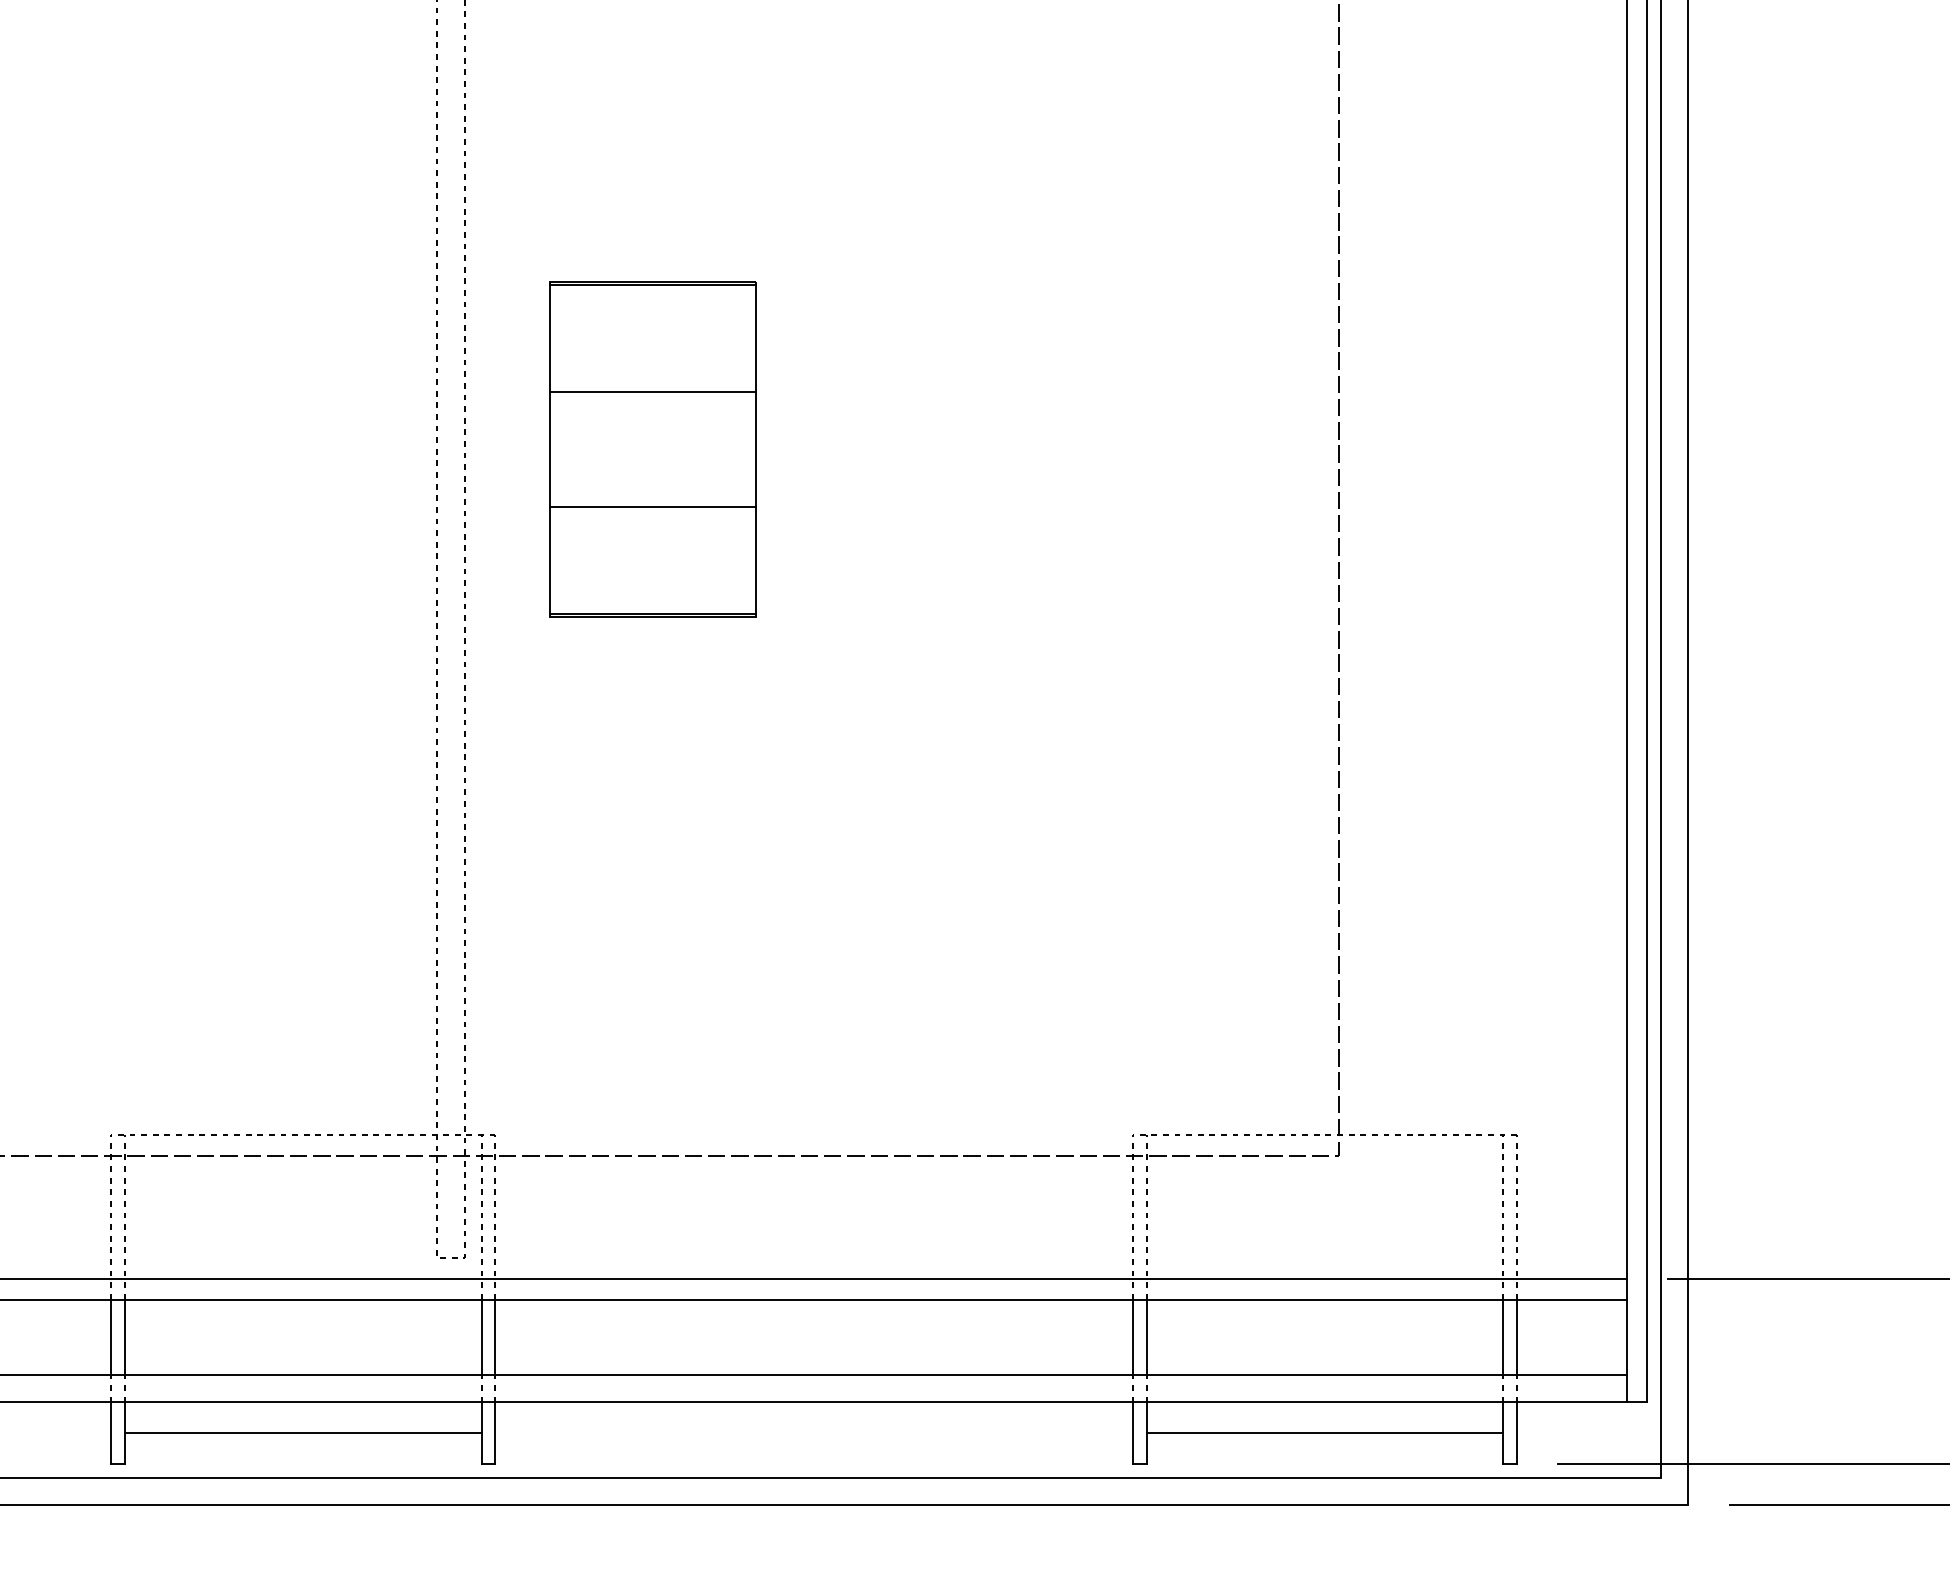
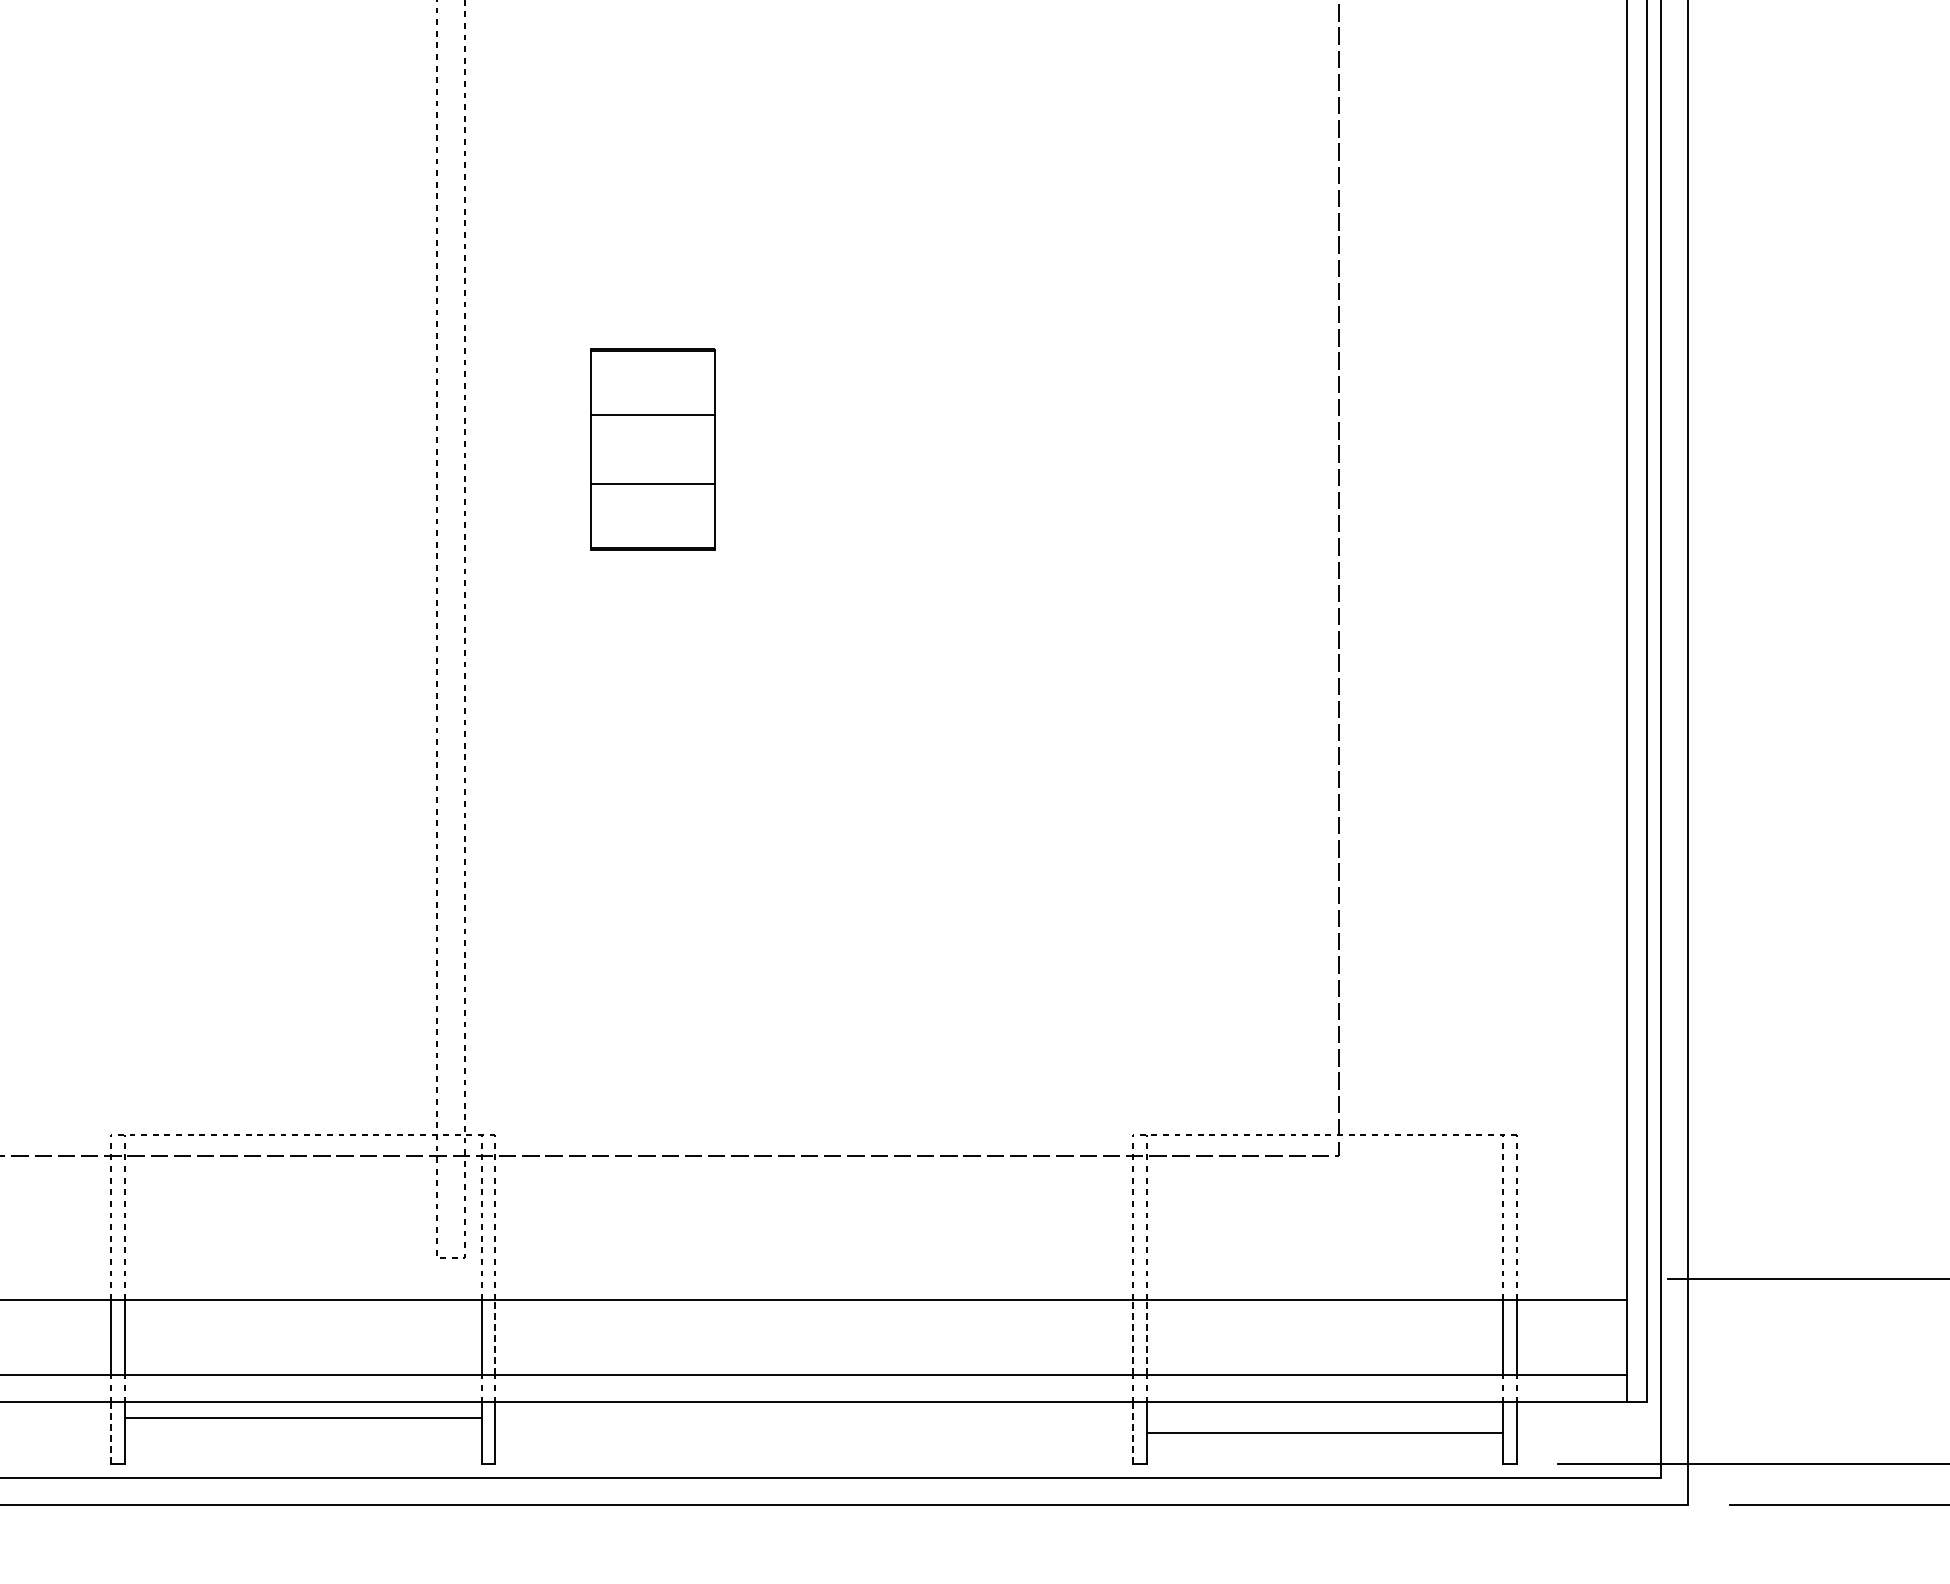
part at (652, 449) size: 208x337 px -> 126x203 px
line at (814, 1279): present -> none
line at (495, 1337): solid -> dashed
line at (1133, 1337): solid -> dashed
line at (1146, 1337): solid -> dashed
line at (111, 1433): solid -> dashed
line at (303, 1433) position: (303, 1433) -> (303, 1418)
line at (1133, 1433): solid -> dashed
